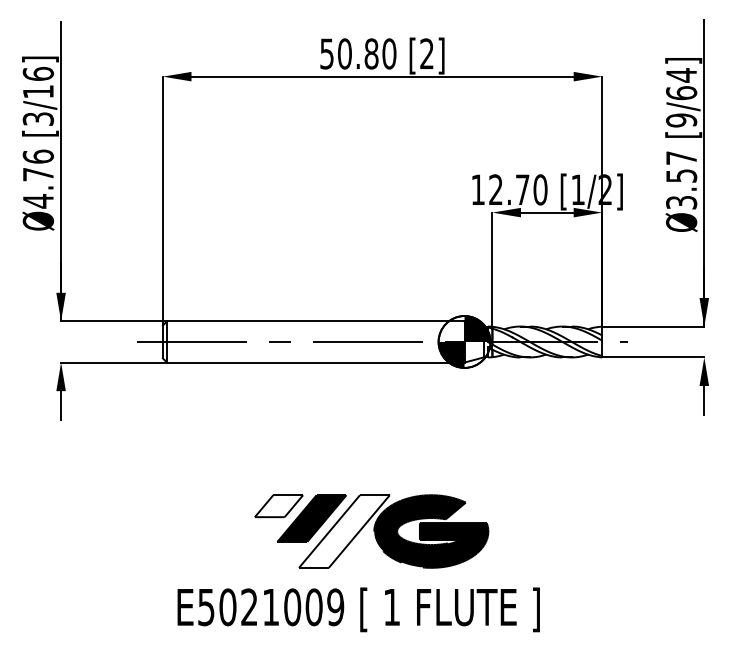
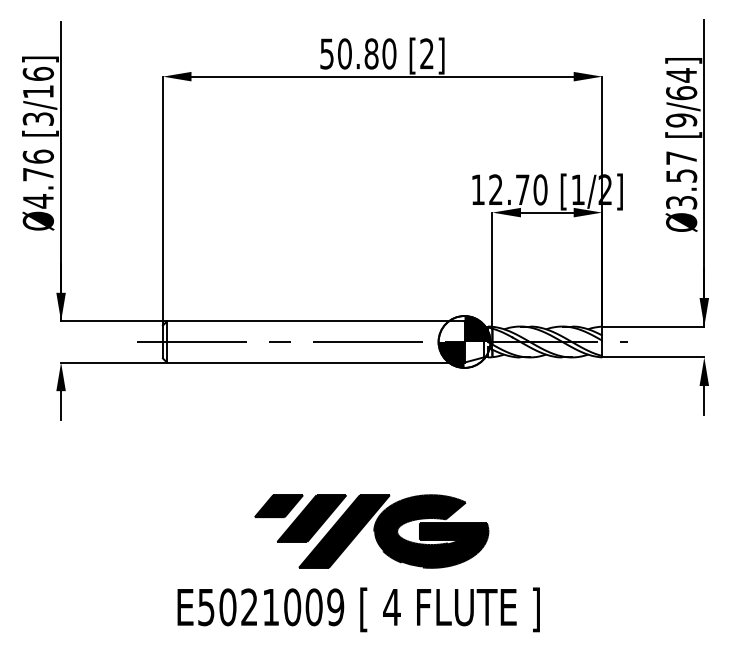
fill at (278, 506): none -> present
fill at (344, 531): none -> present
text at (391, 607): 1 -> 4
